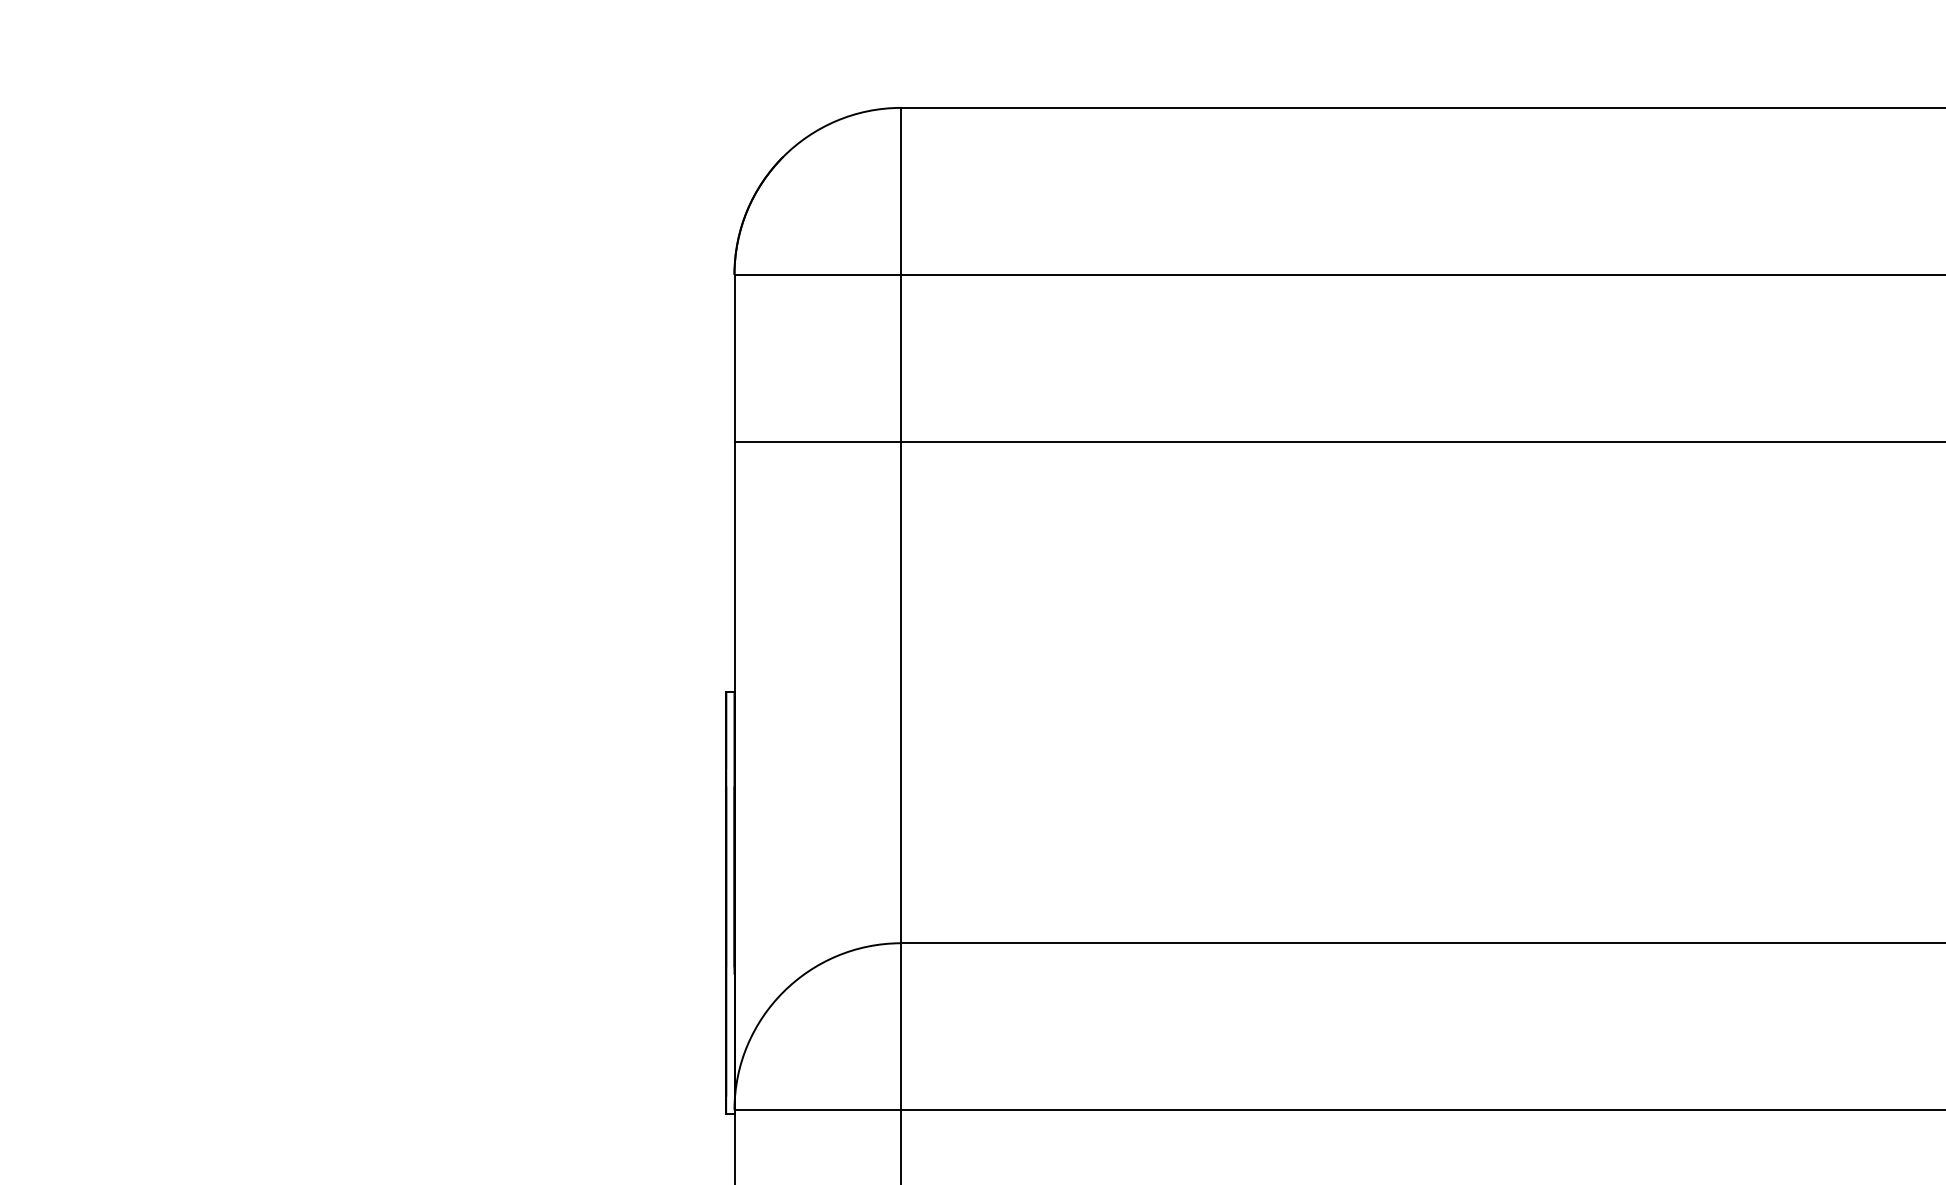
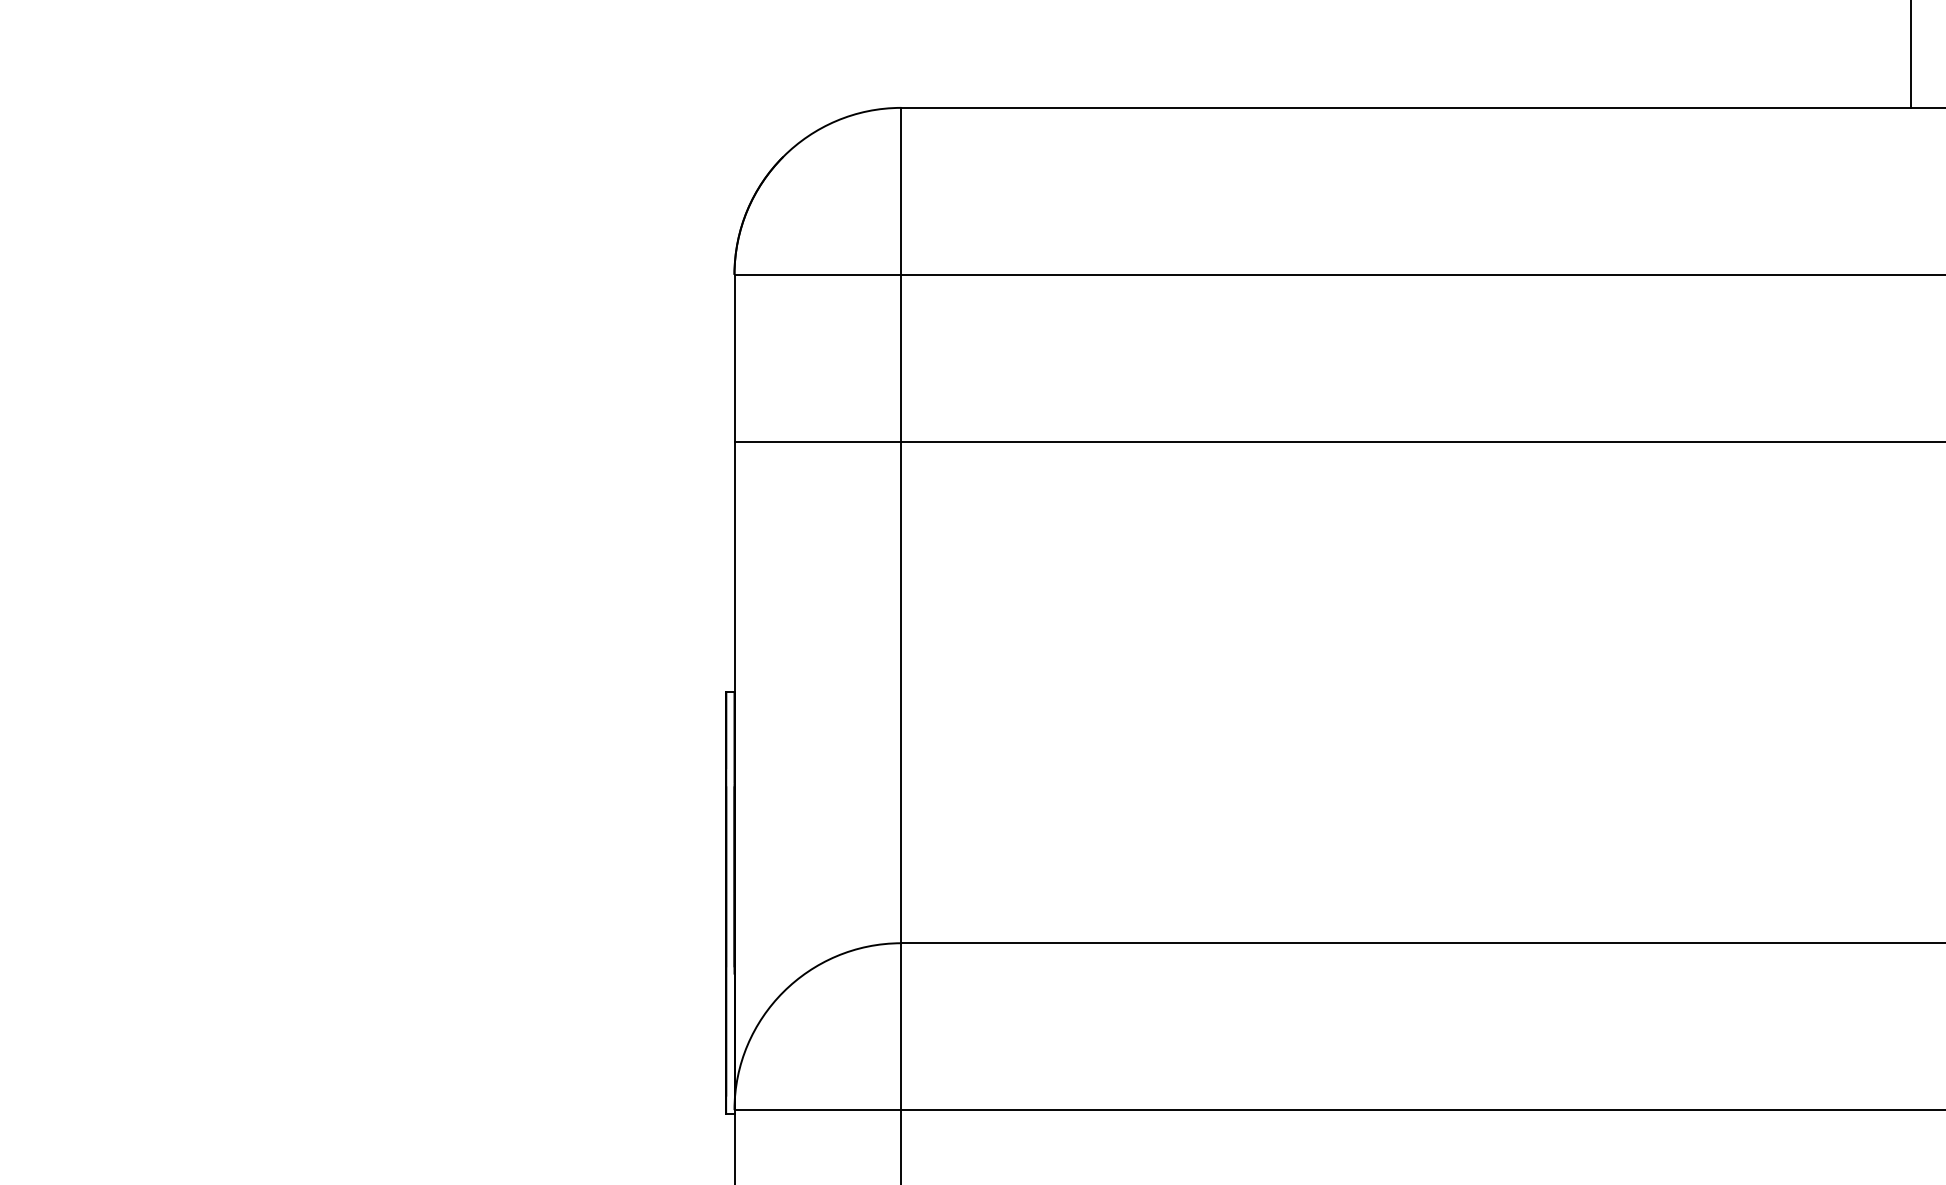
line at (1910, 54): none -> present
